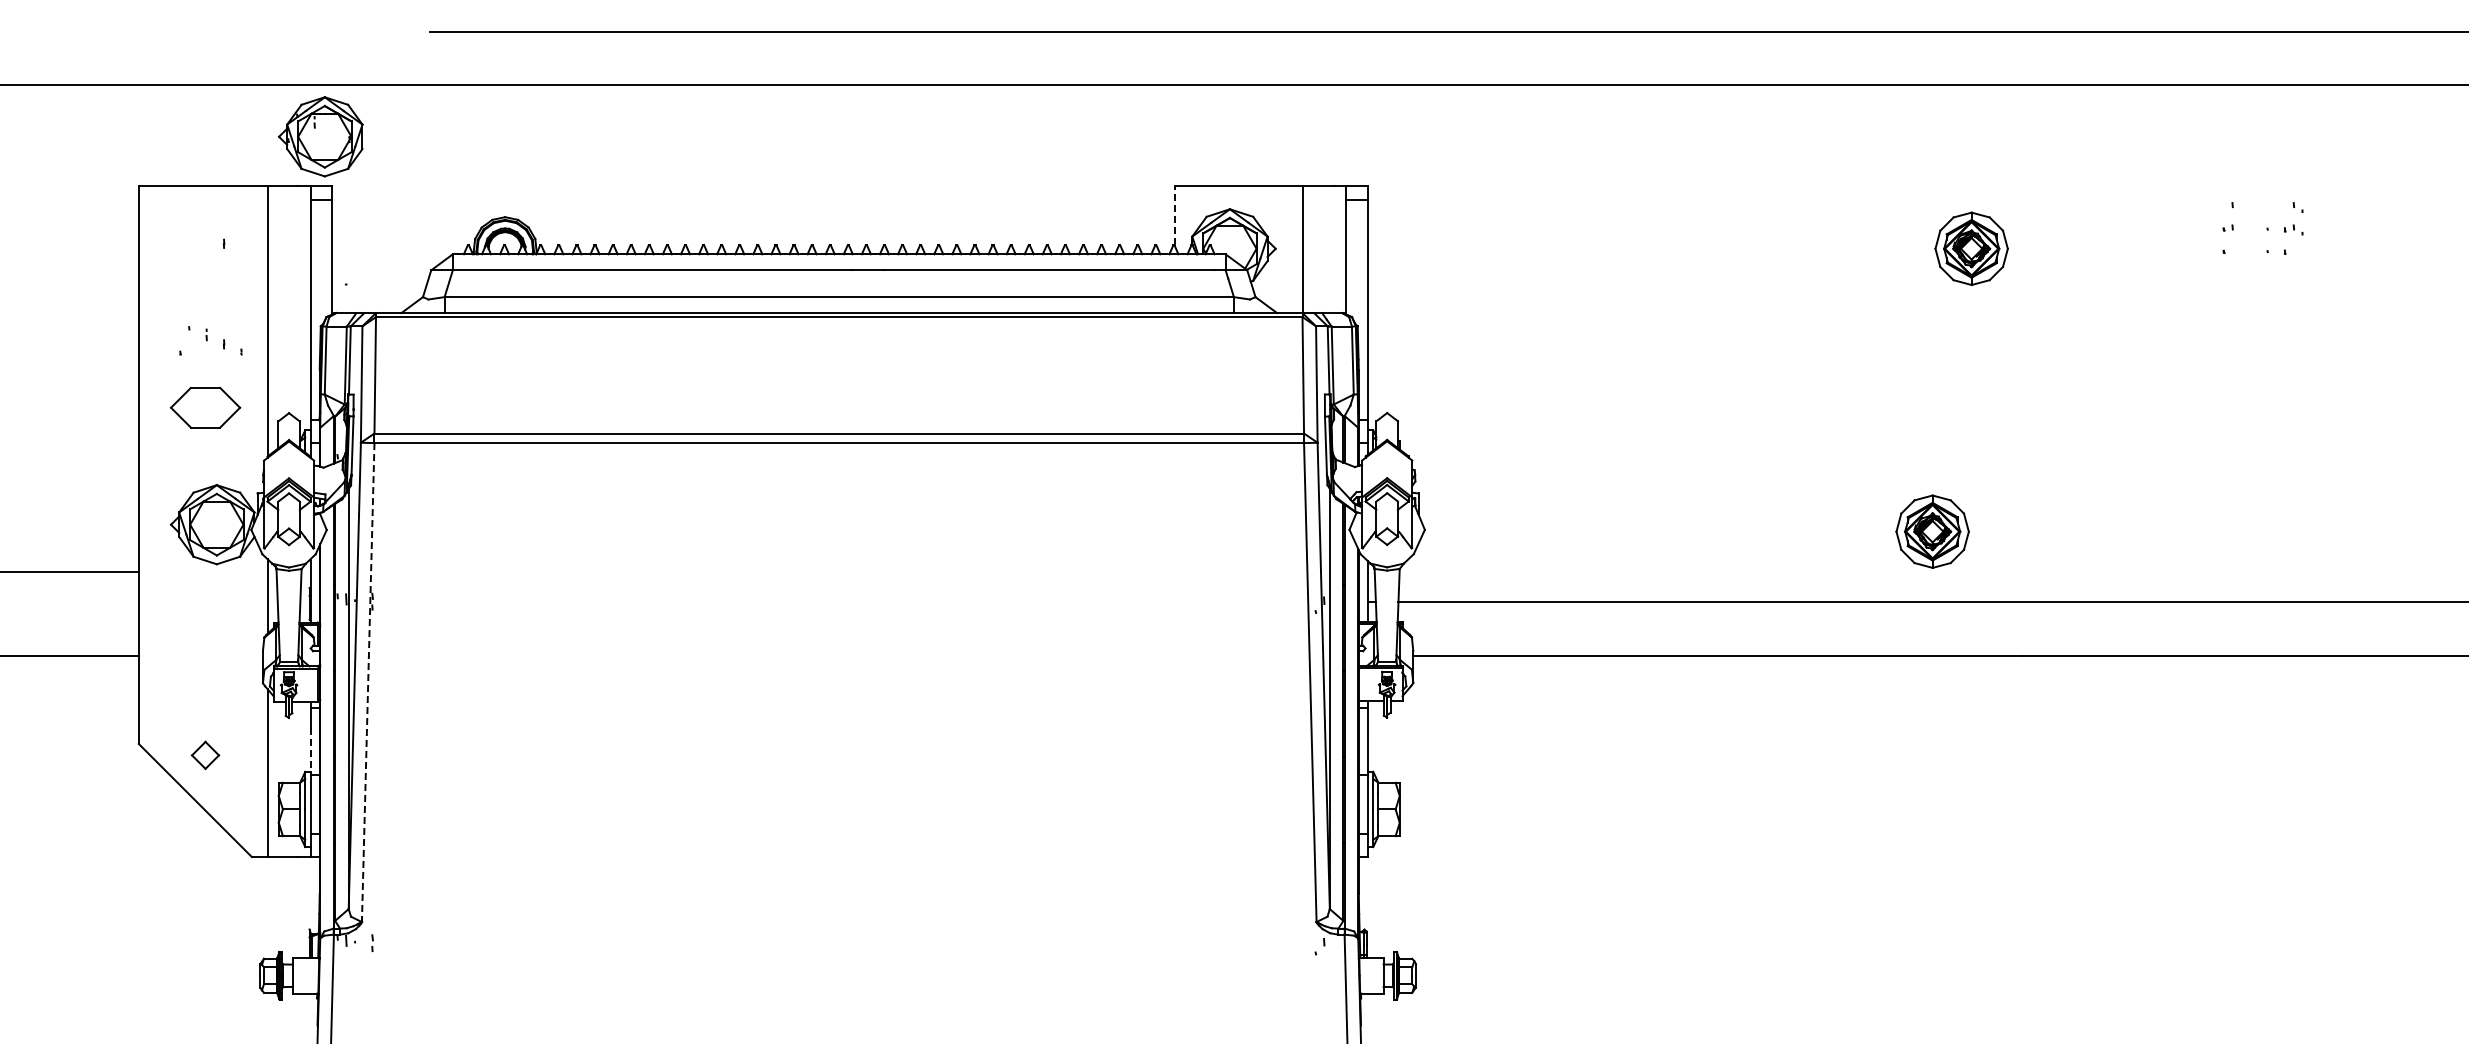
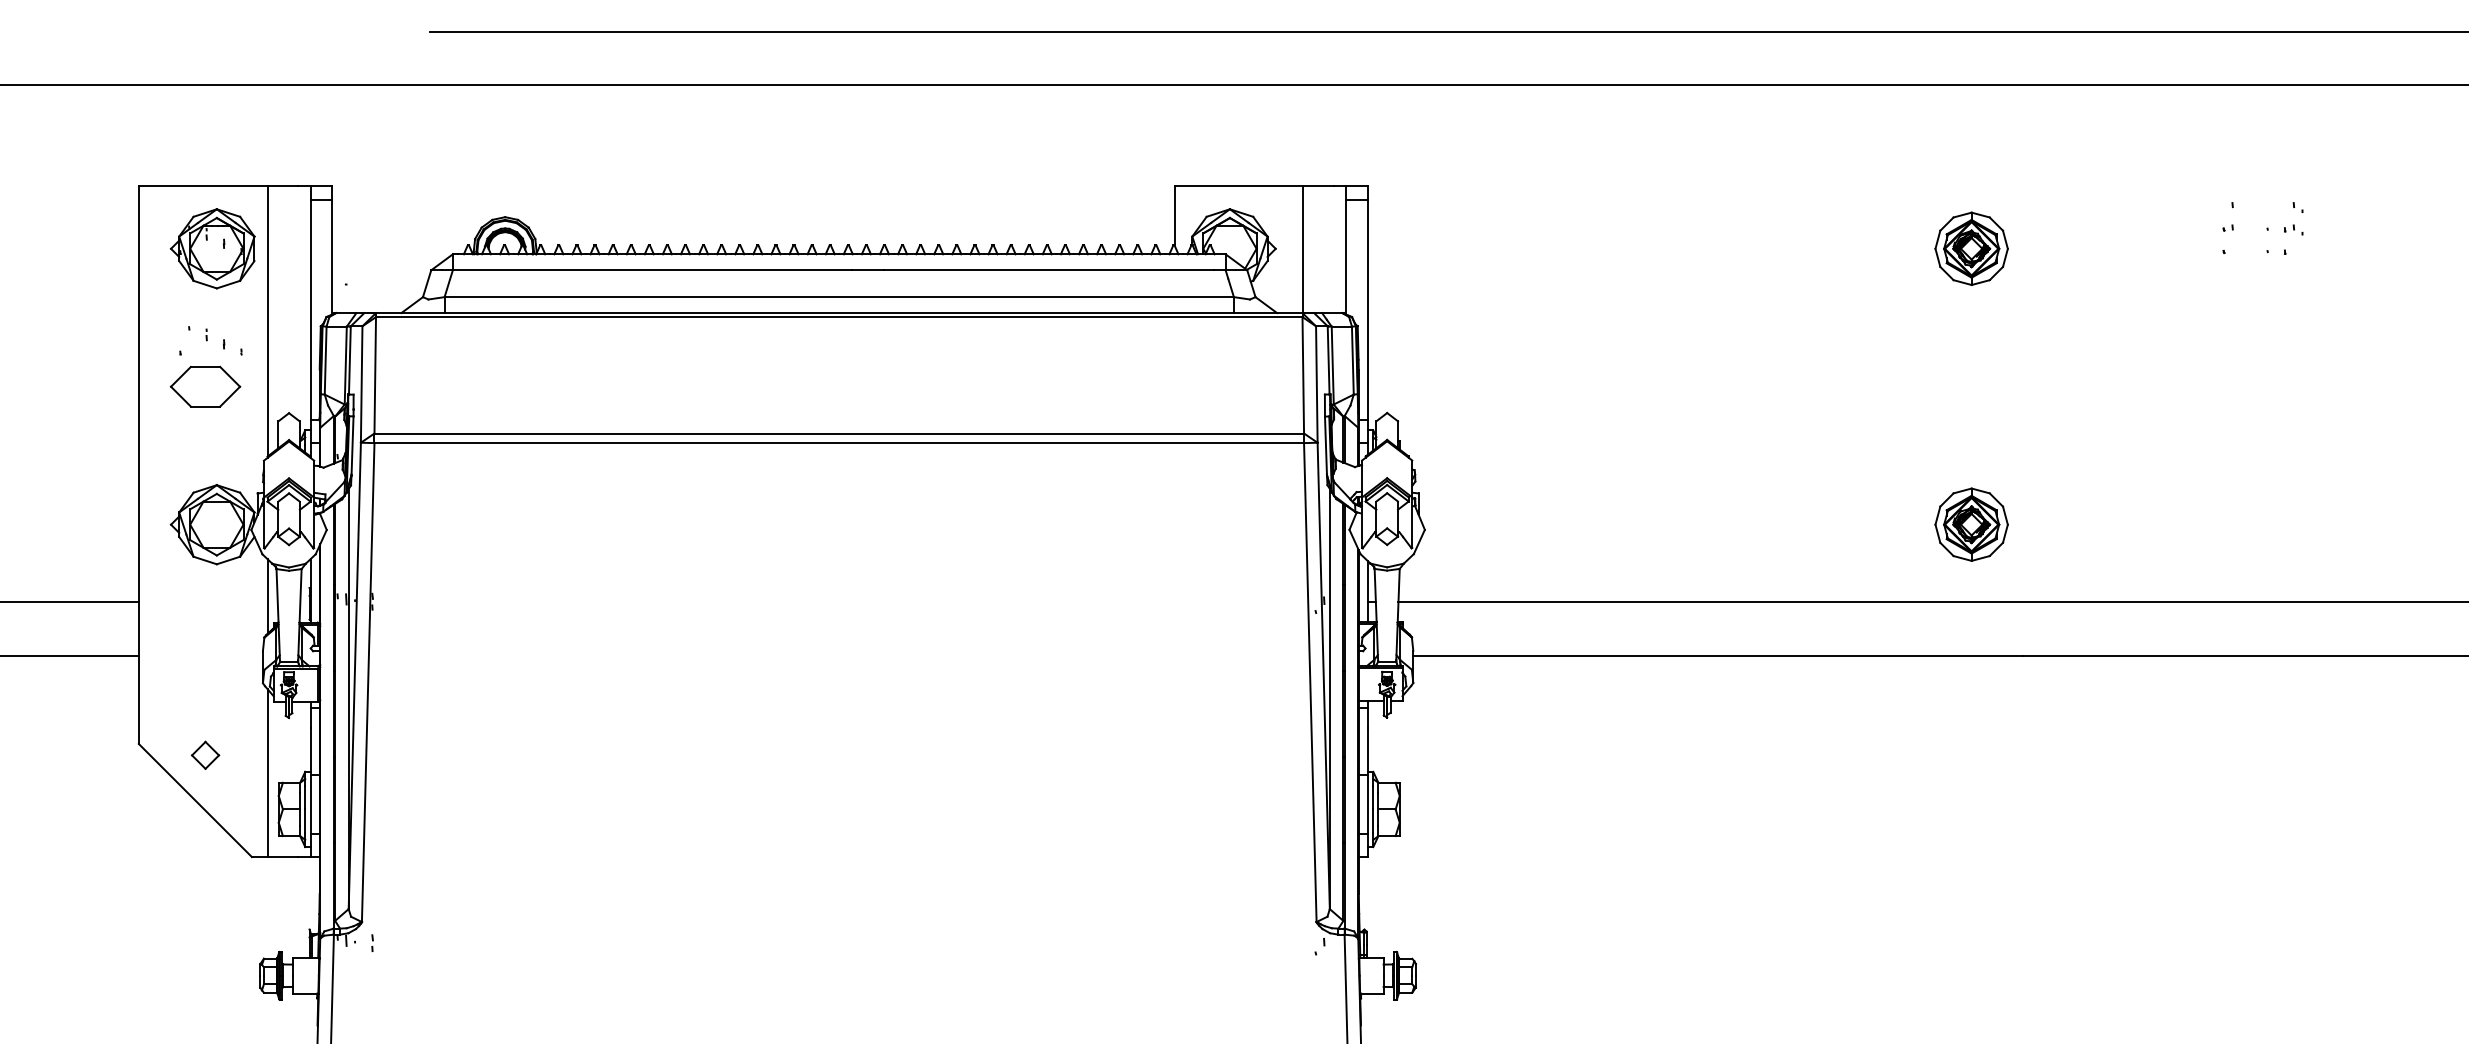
part at (320, 136) position: (320, 136) -> (212, 248)
line at (1174, 215): dashed -> solid
part at (205, 407) position: (205, 407) -> (205, 386)
part at (1932, 531) position: (1932, 531) -> (1971, 524)
line at (70, 572) position: (70, 572) -> (70, 602)
line at (368, 682): dashed -> solid
line at (310, 751): dashed -> solid
